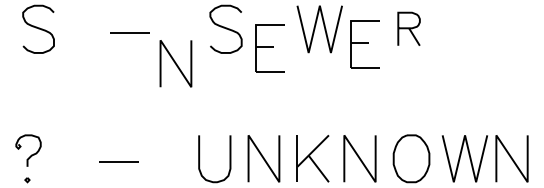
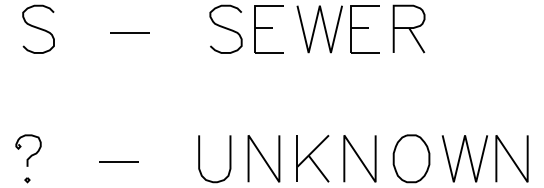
part at (408, 28) size: 24x35 px -> 34x50 px
part at (364, 44) position: (364, 44) -> (364, 29)
part at (269, 48) position: (269, 48) -> (268, 29)
line at (175, 63): present -> none
